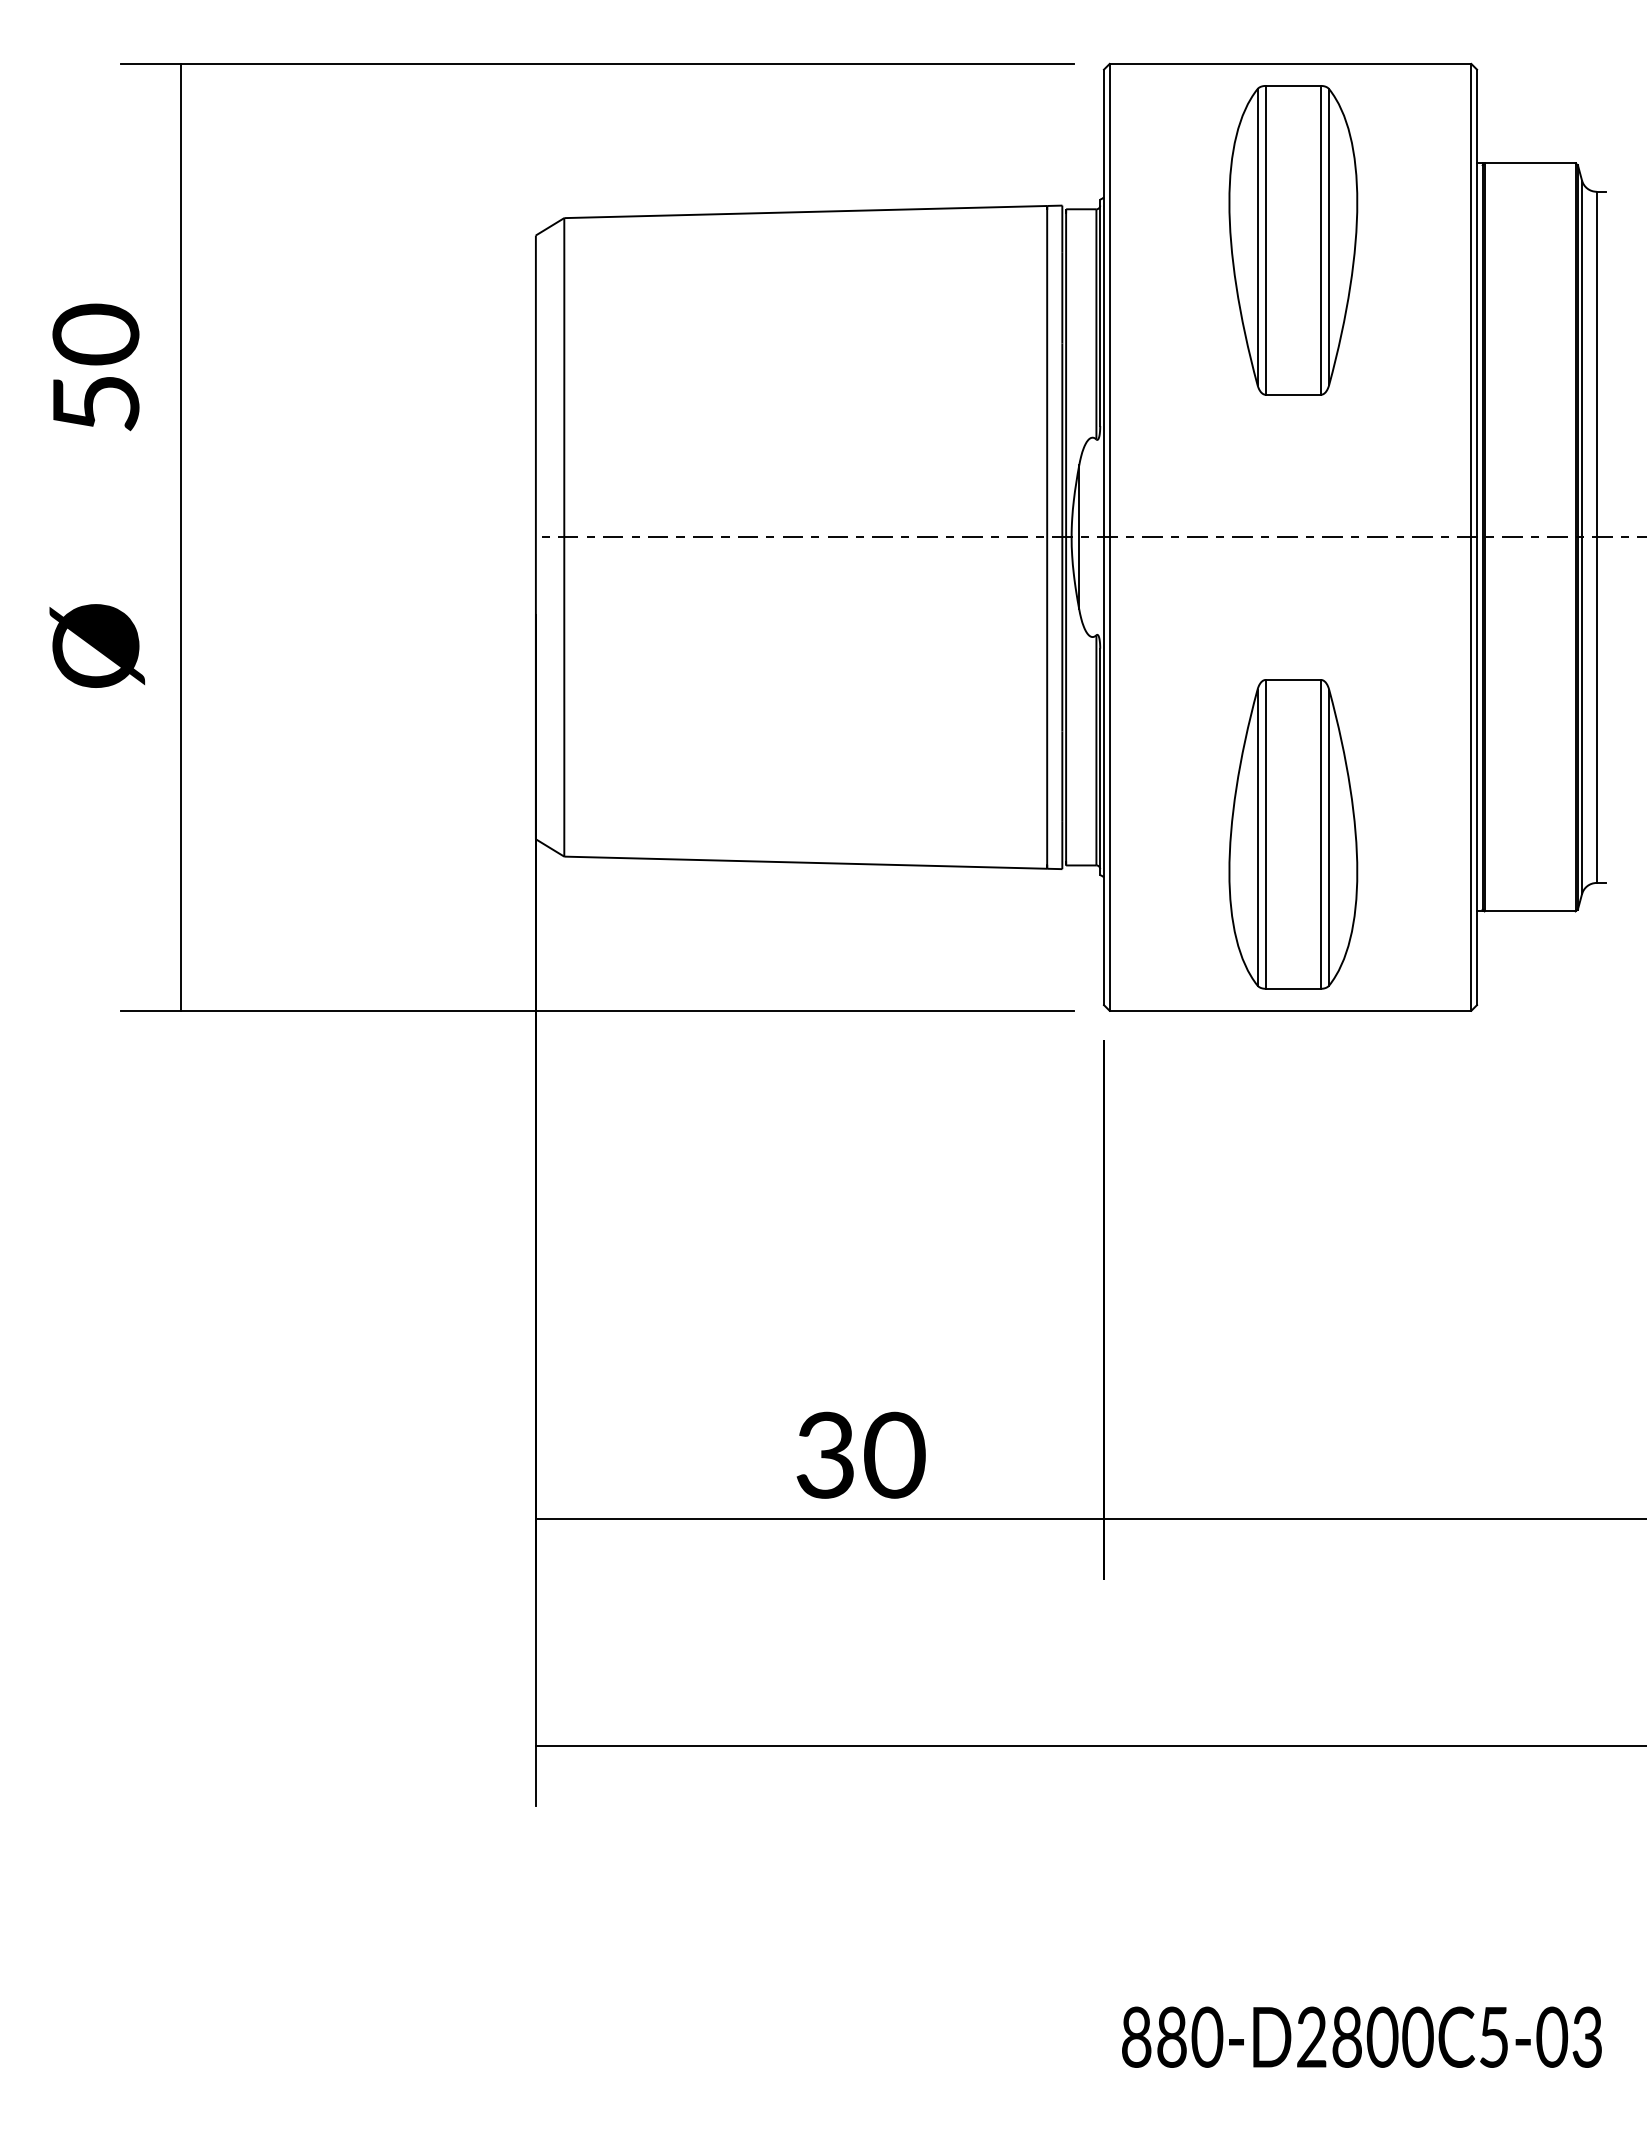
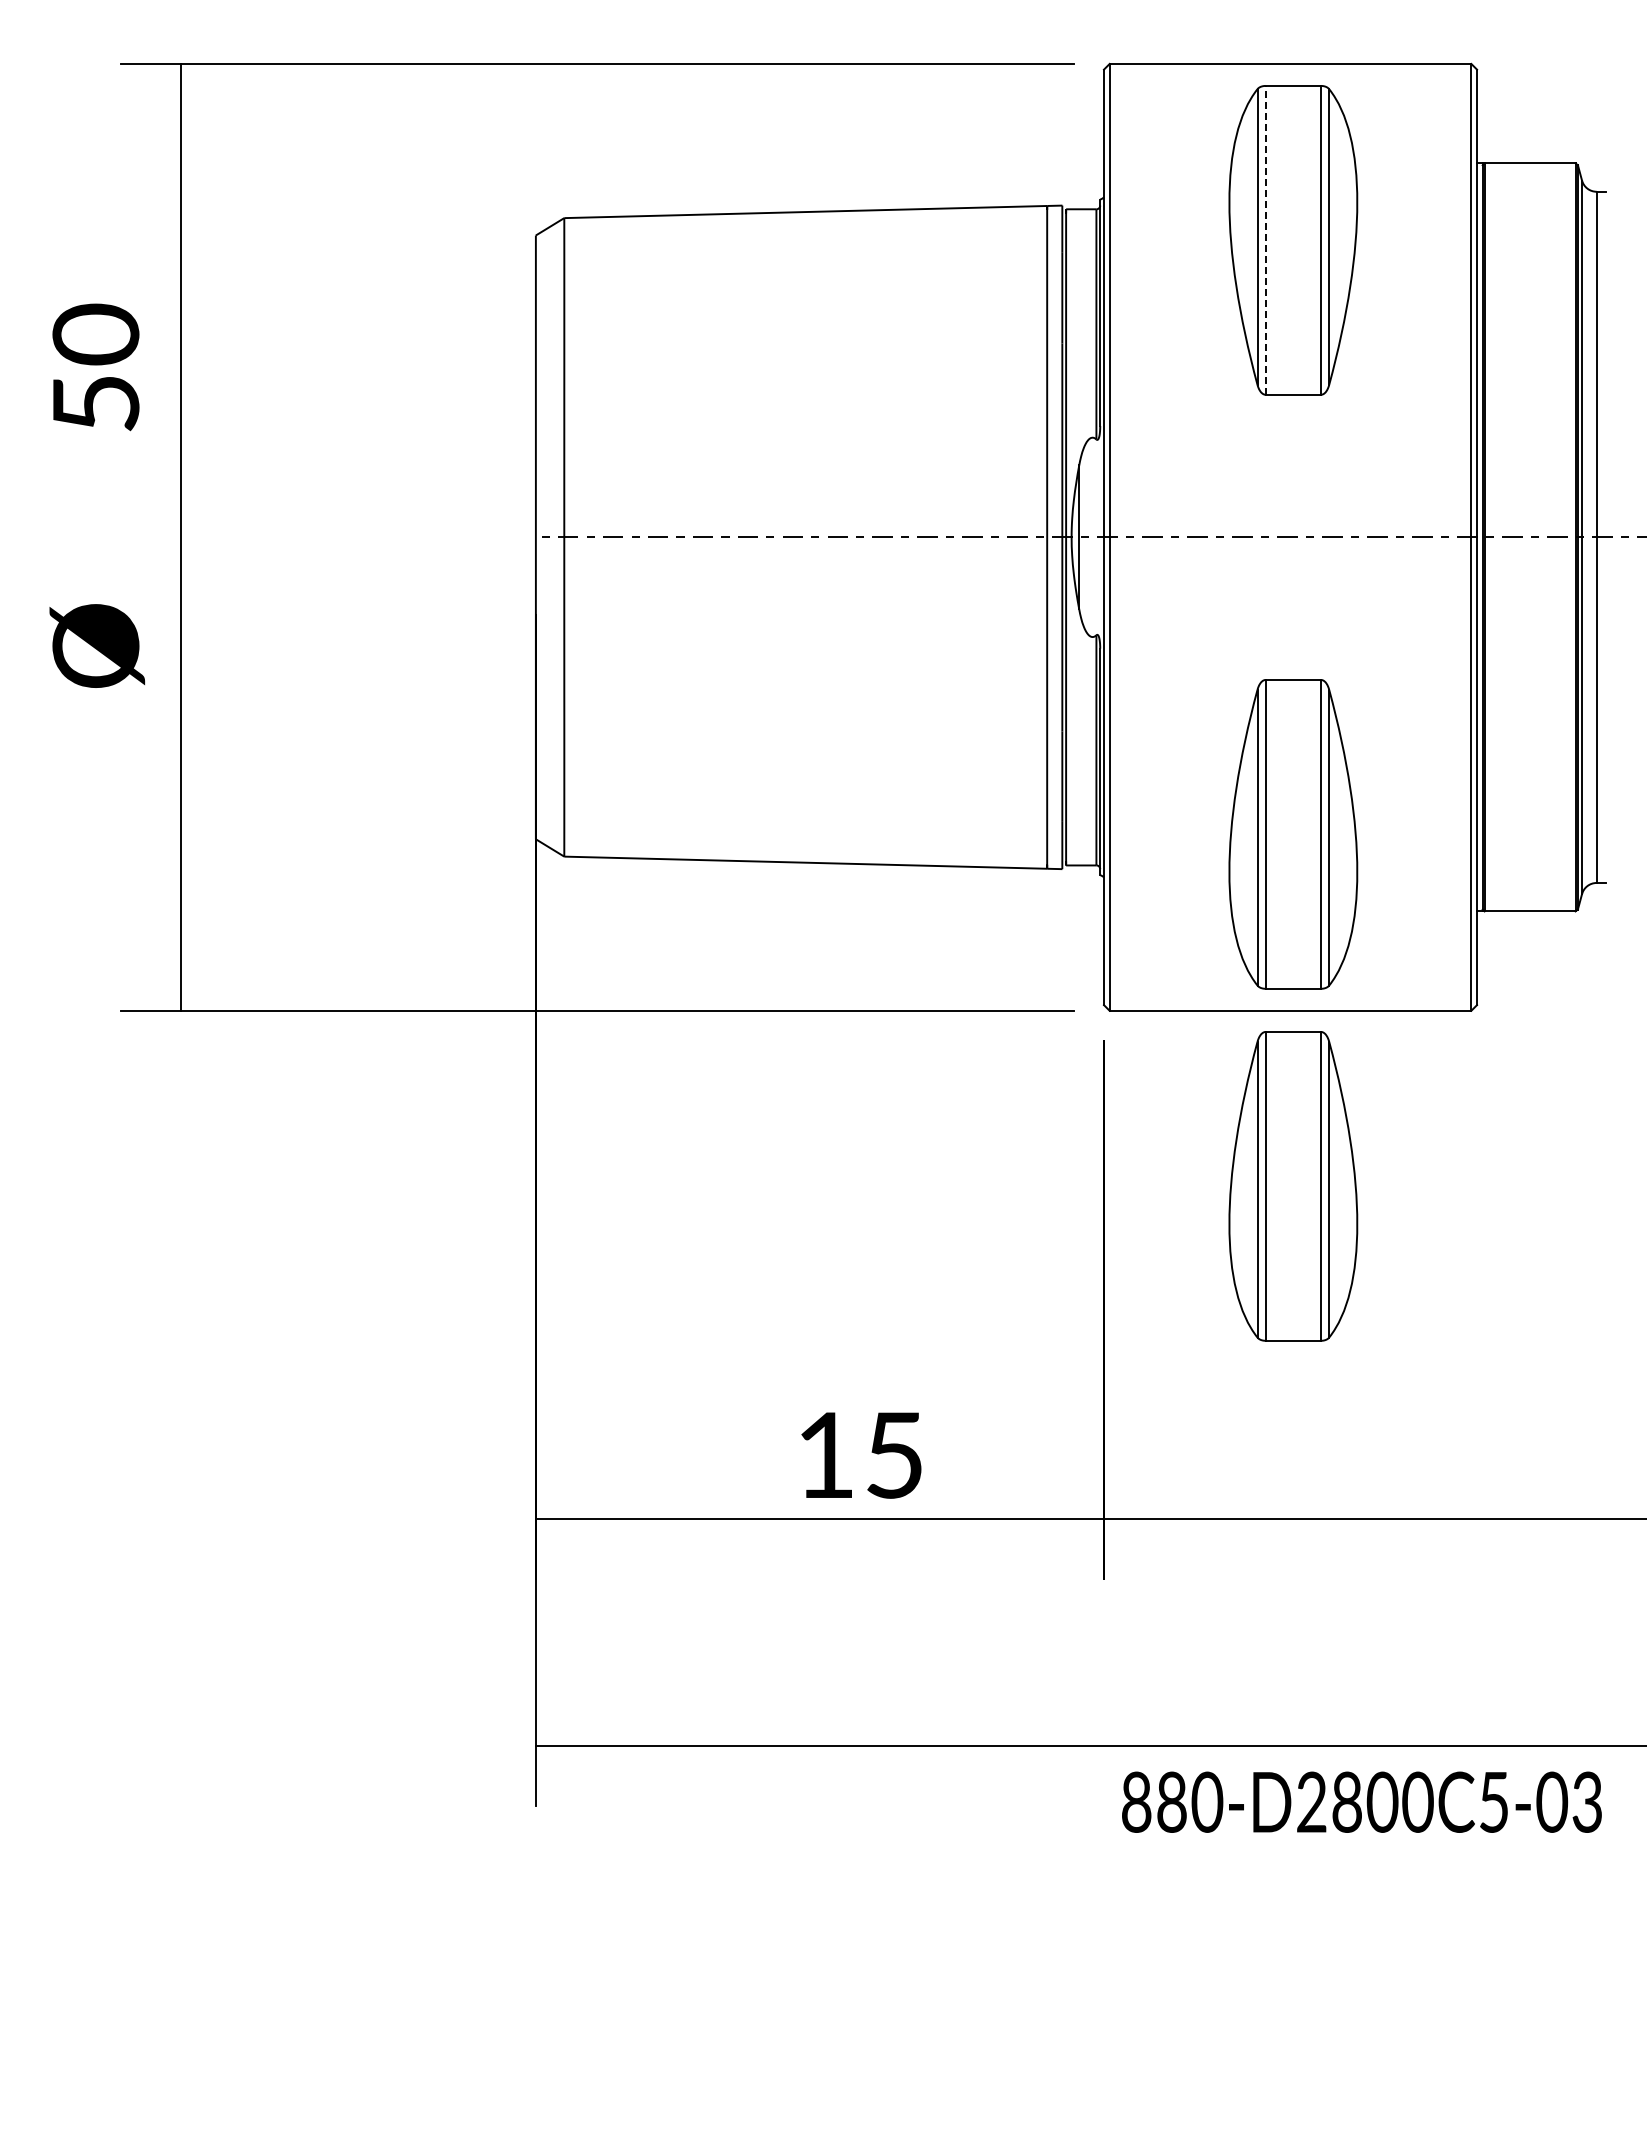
line at (1265, 239): solid -> dashed
part at (1293, 1186): none -> present
text at (860, 1454): 30 -> 15
text at (1361, 2036) position: (1361, 2036) -> (1361, 1801)
